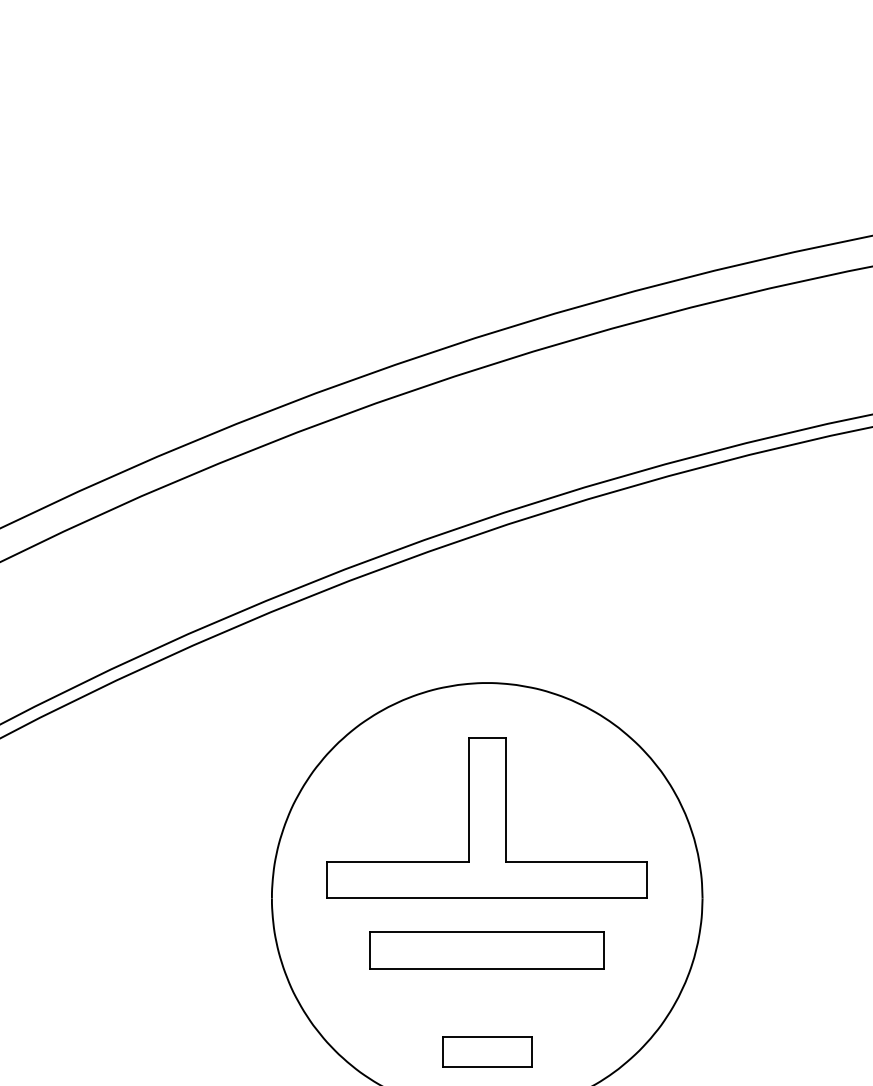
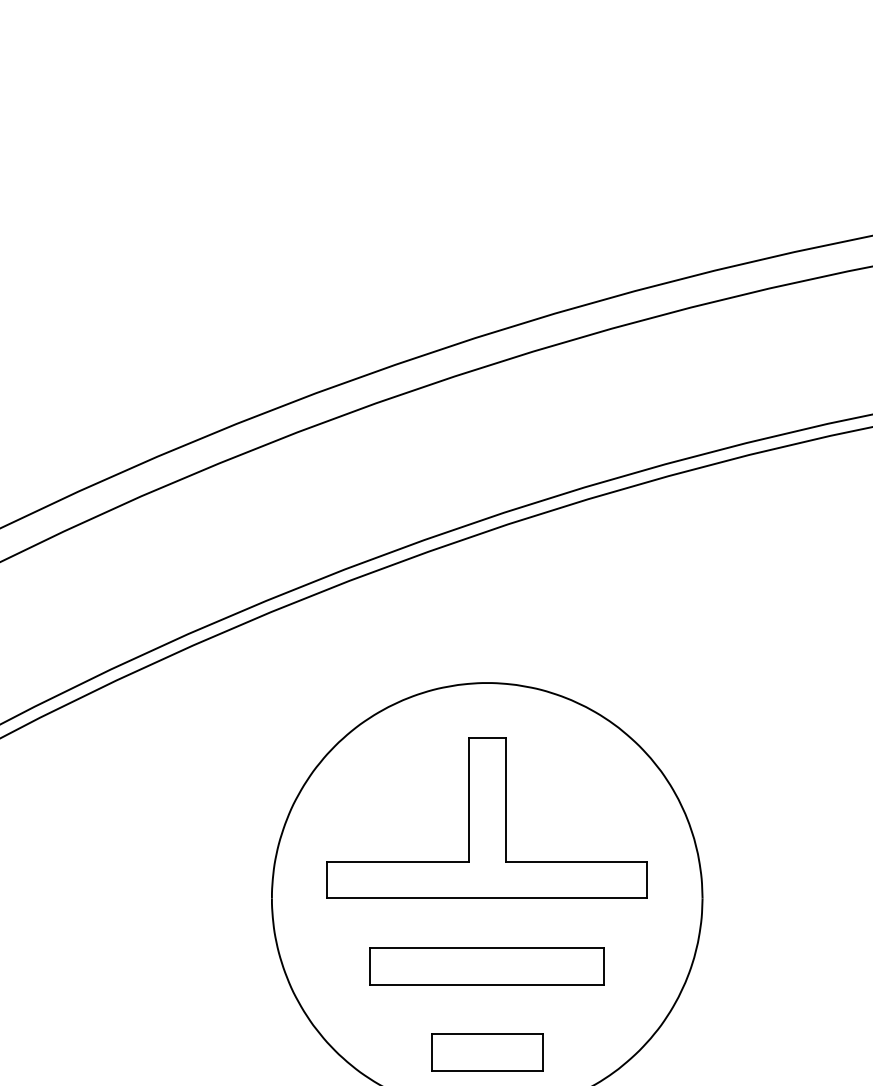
part at (486, 950) position: (486, 950) -> (486, 966)
part at (487, 1051) size: 91x32 px -> 113x39 px
